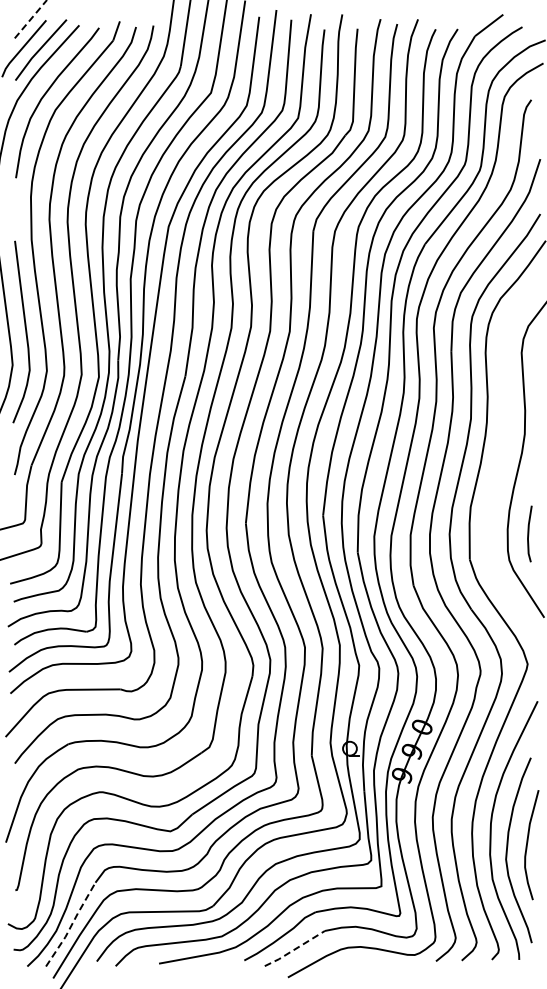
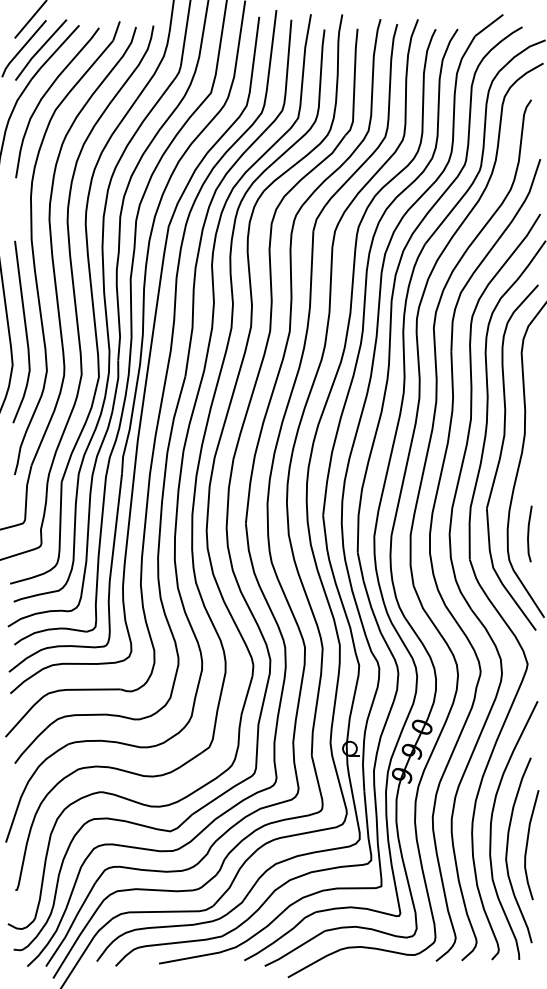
line at (31, 18): dashed -> solid
part at (501, 456): none -> present
line at (71, 924): dashed -> solid
line at (295, 949): dashed -> solid
